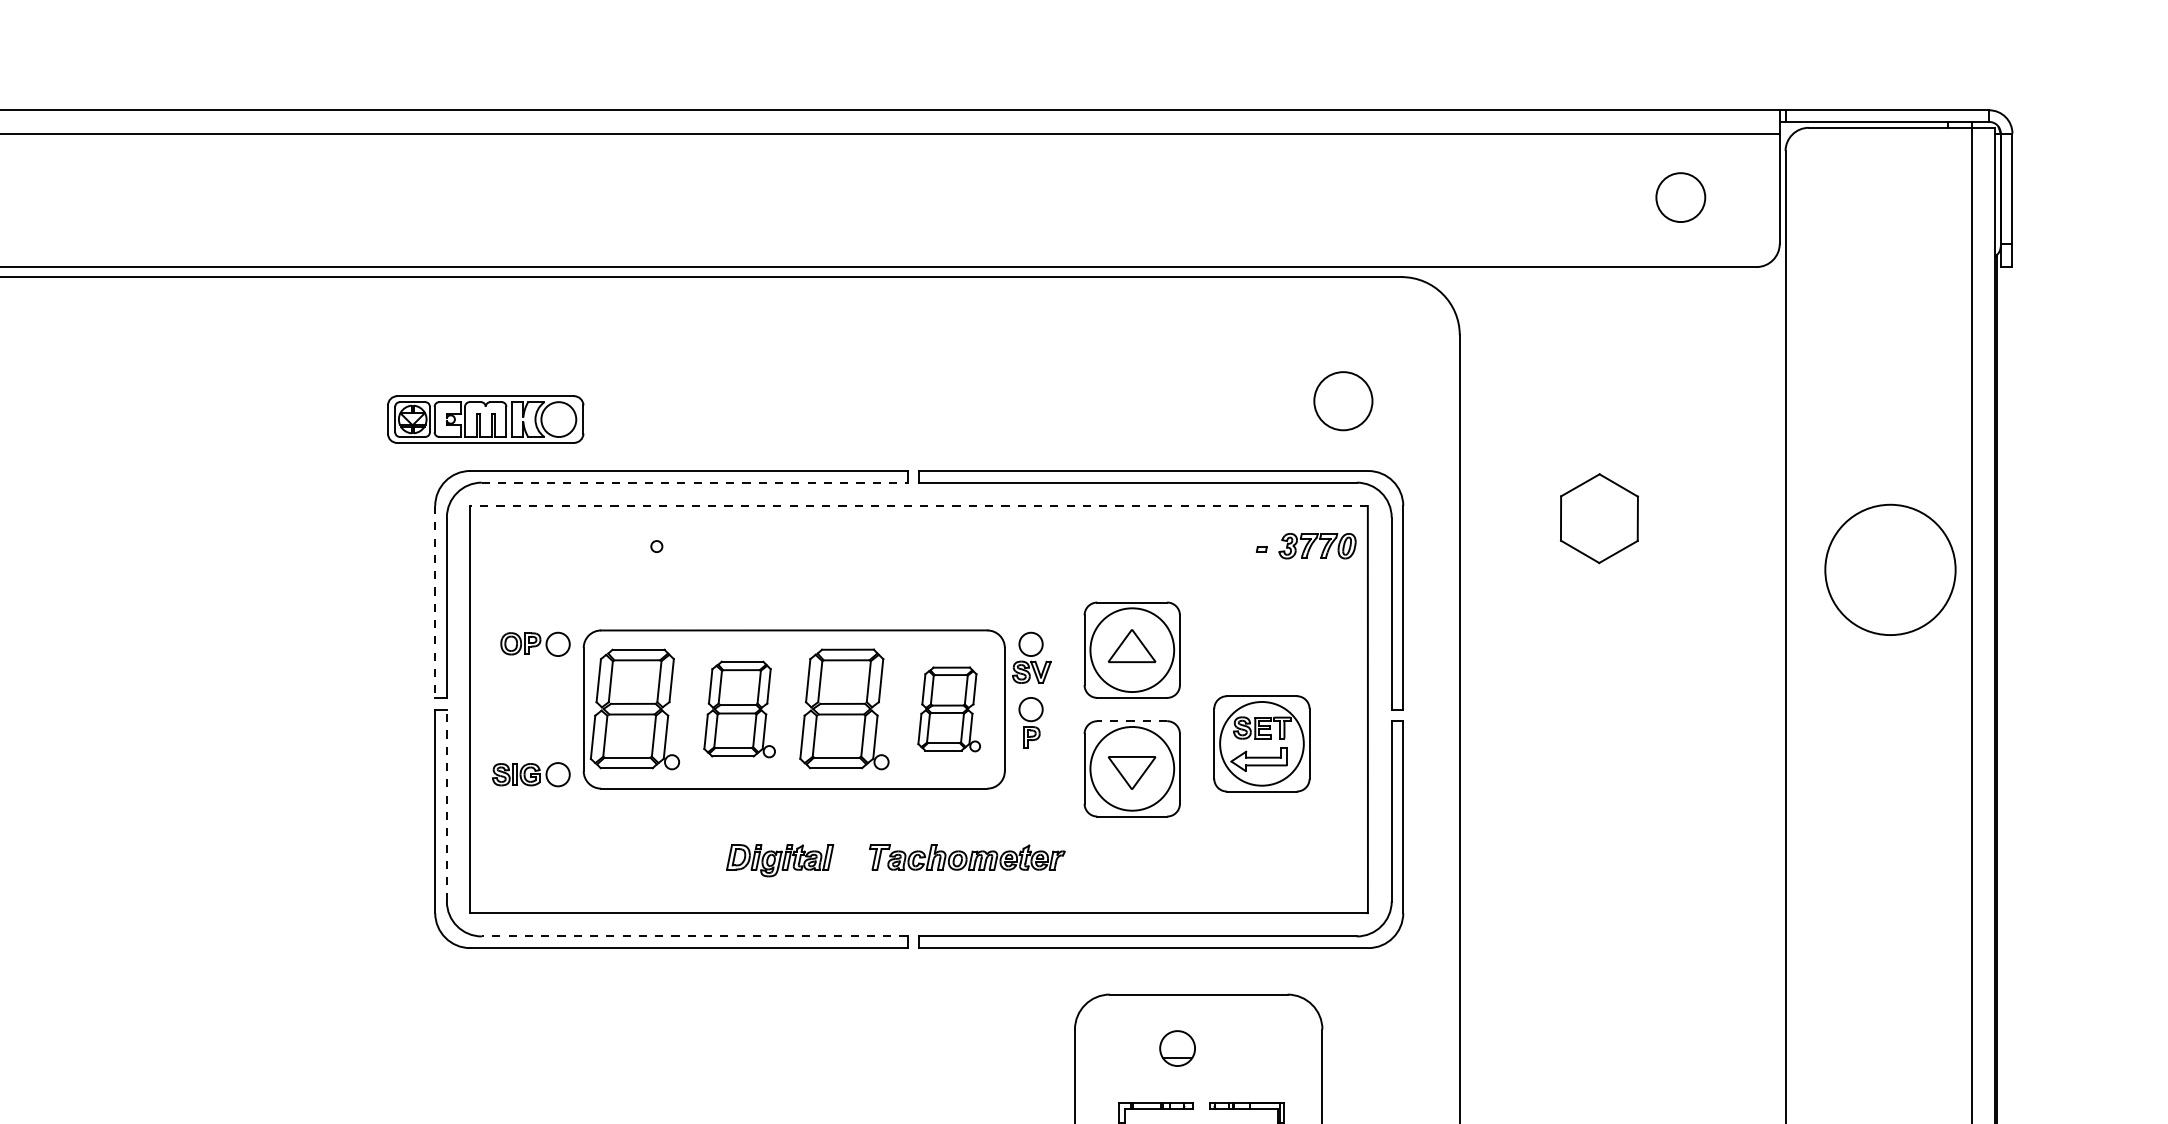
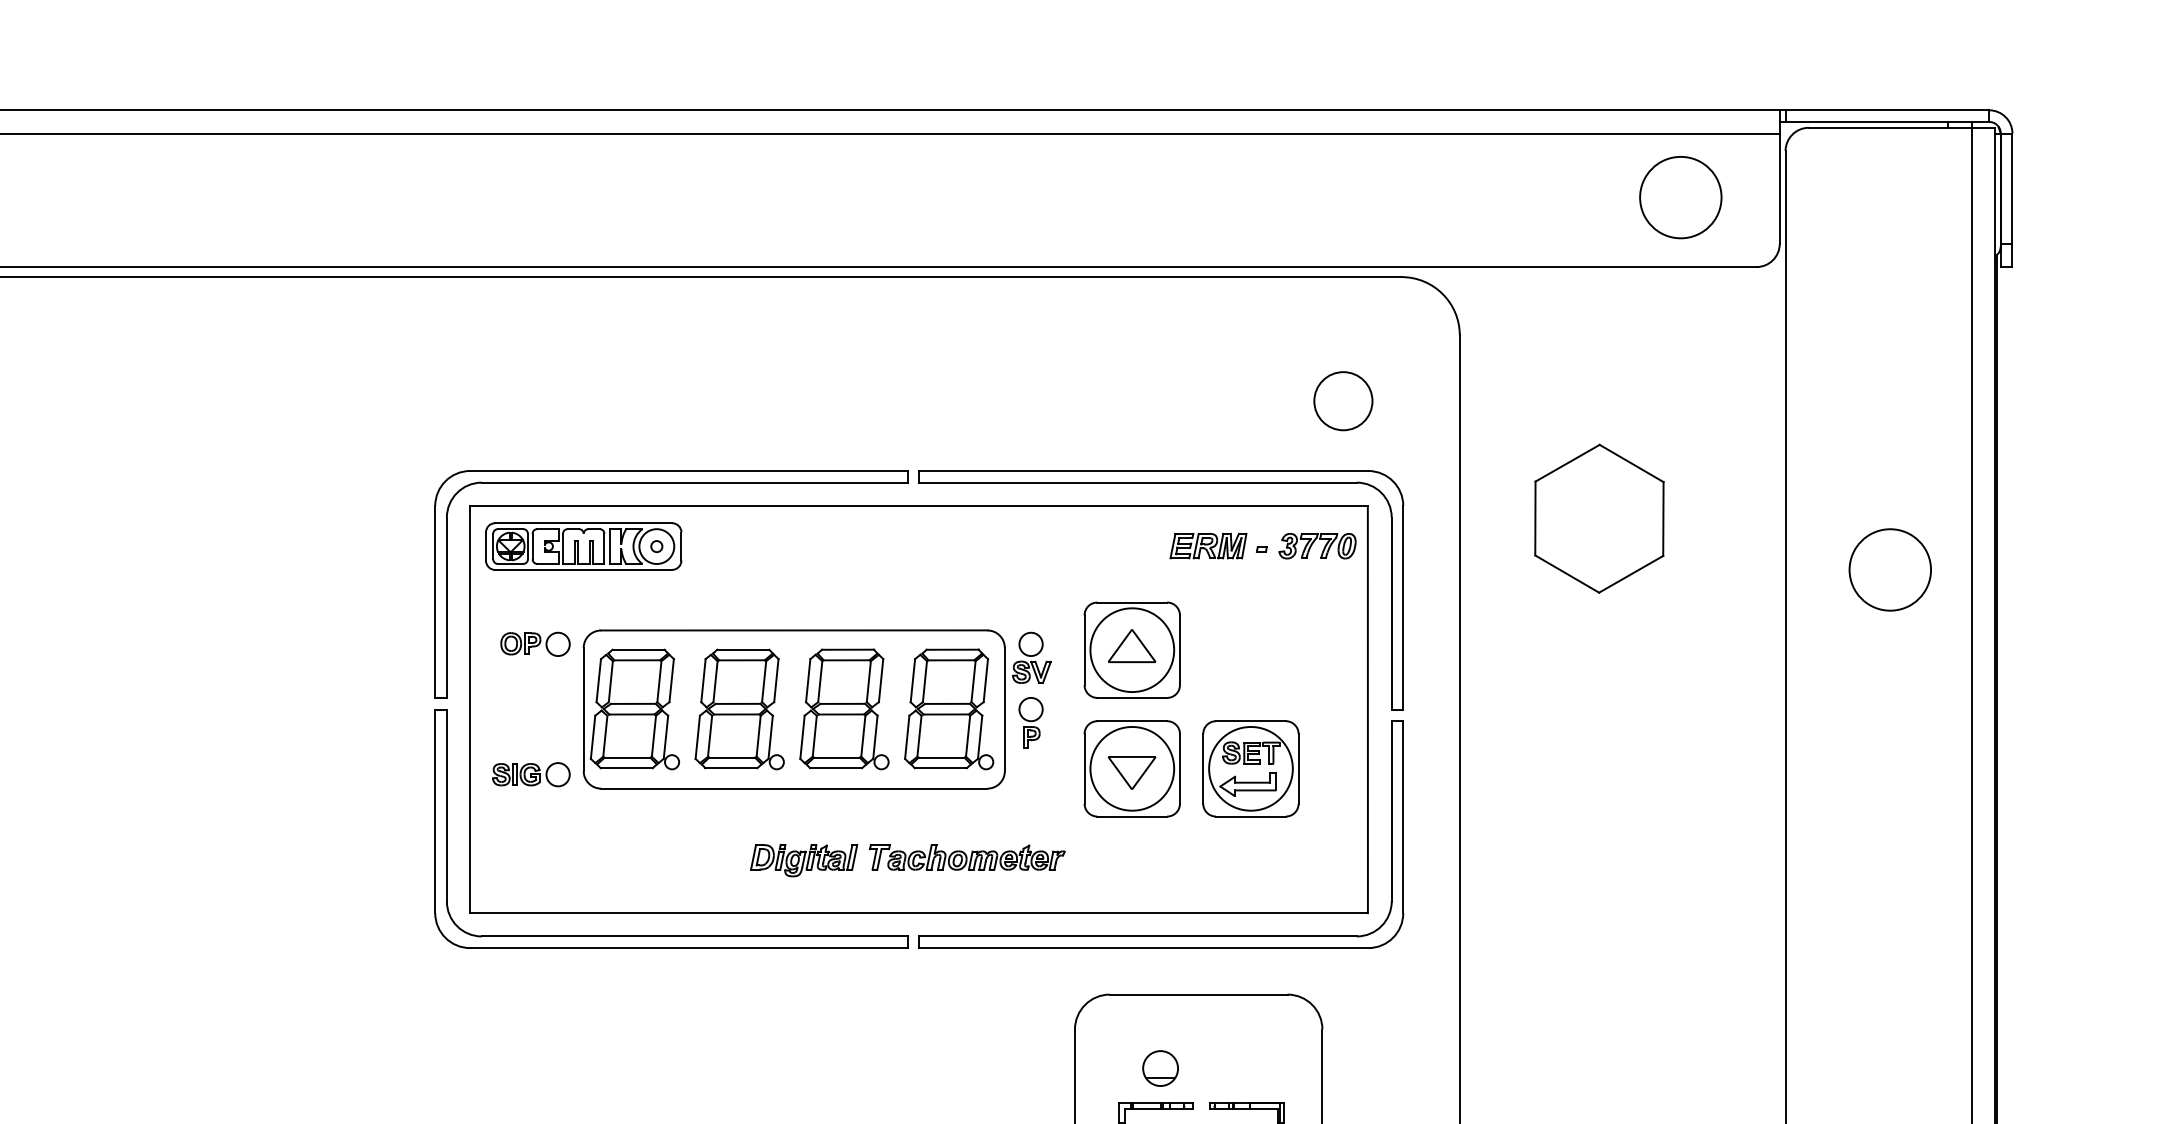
circle at (1680, 197) diameter: 49 px -> 81 px
part at (485, 419) position: (485, 419) -> (583, 546)
line at (694, 482): dashed -> solid
line at (918, 505): dashed -> solid
part at (1599, 518) size: 79x92 px -> 131x151 px
part at (1208, 545): none -> present
circle at (1890, 569) size: 133x133 px -> 84x84 px
line at (435, 601): dashed -> solid
part at (739, 709) size: 73x99 px -> 91x123 px
part at (948, 709) size: 64x87 px -> 91x123 px
line at (1132, 721): dashed -> solid
part at (1261, 743) position: (1261, 743) -> (1250, 768)
line at (446, 805): dashed -> solid
part at (780, 860) position: (780, 860) -> (804, 860)
line at (694, 936): dashed -> solid
part at (1177, 1048) position: (1177, 1048) -> (1160, 1068)
